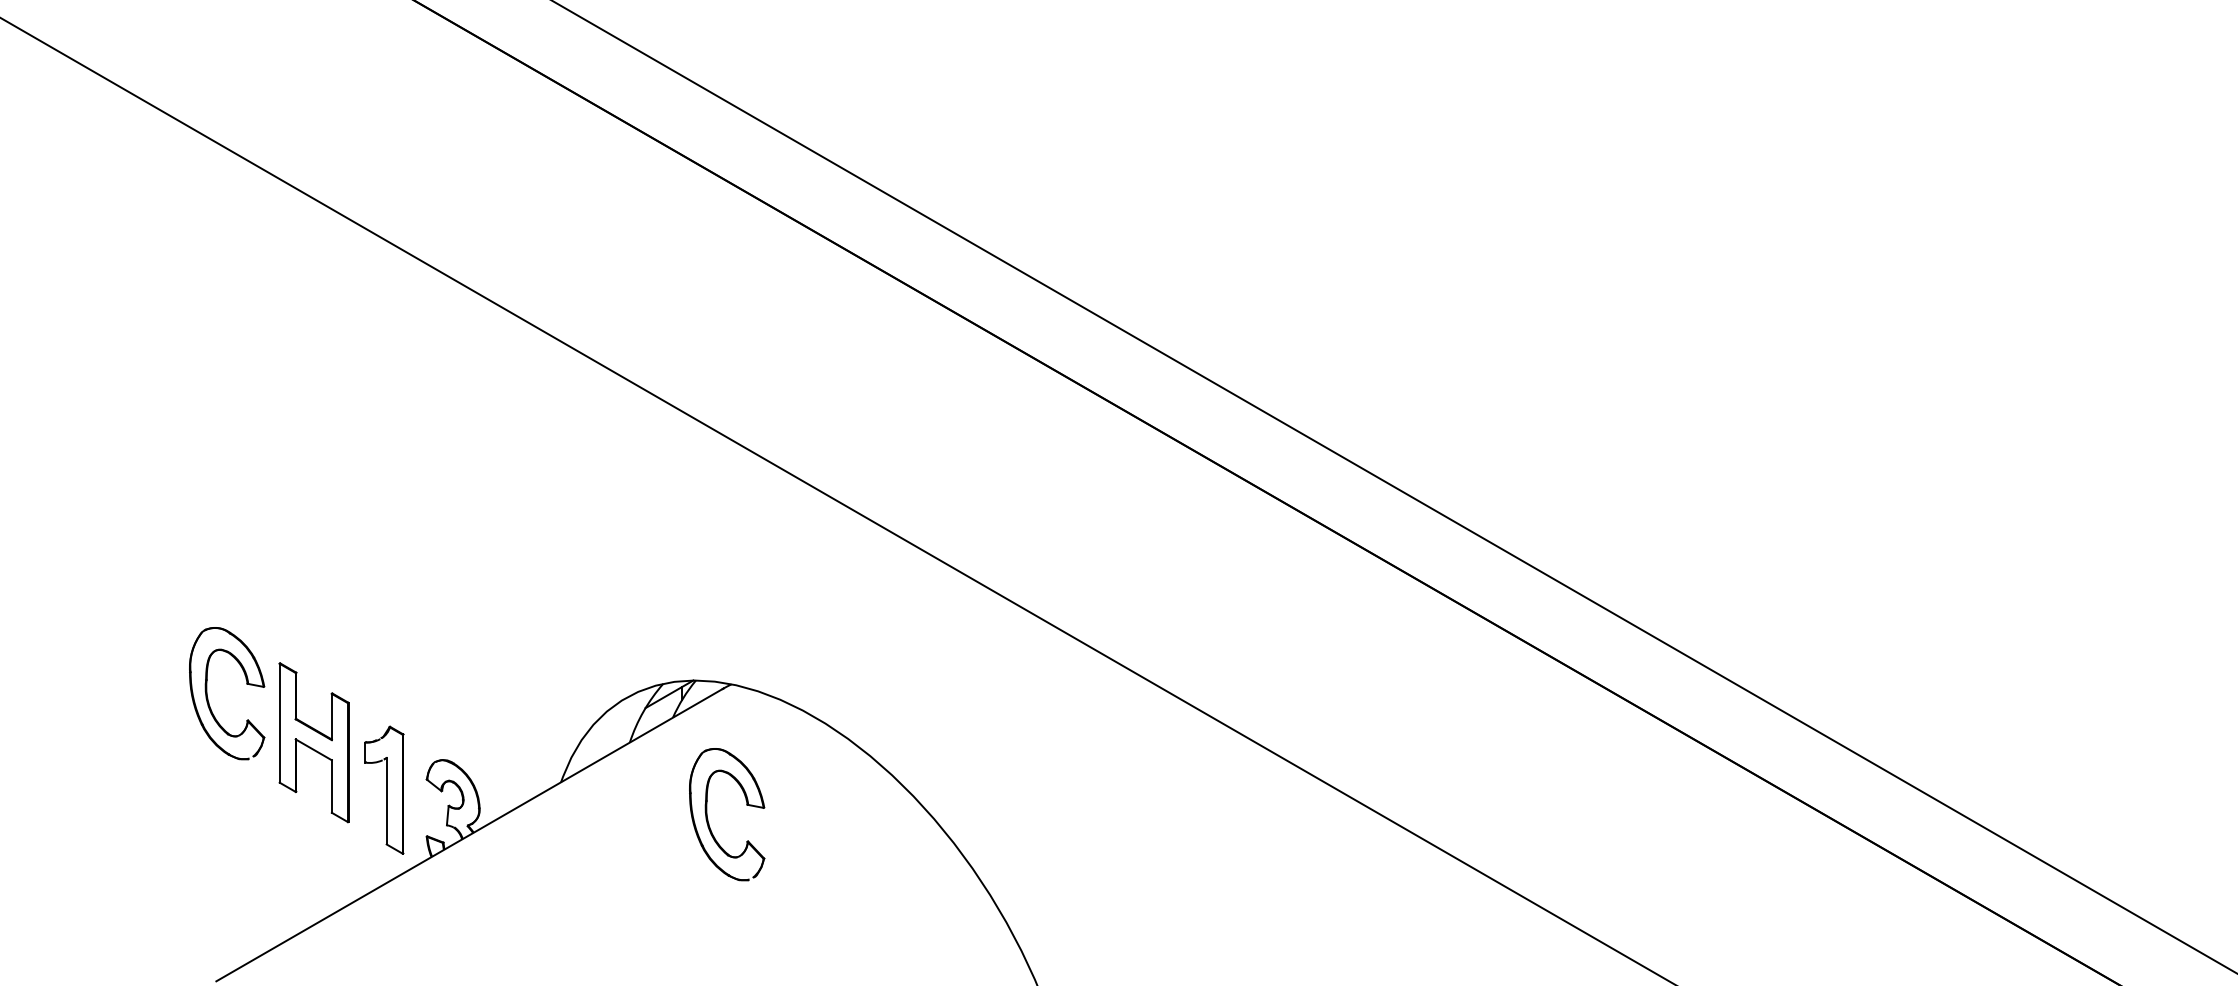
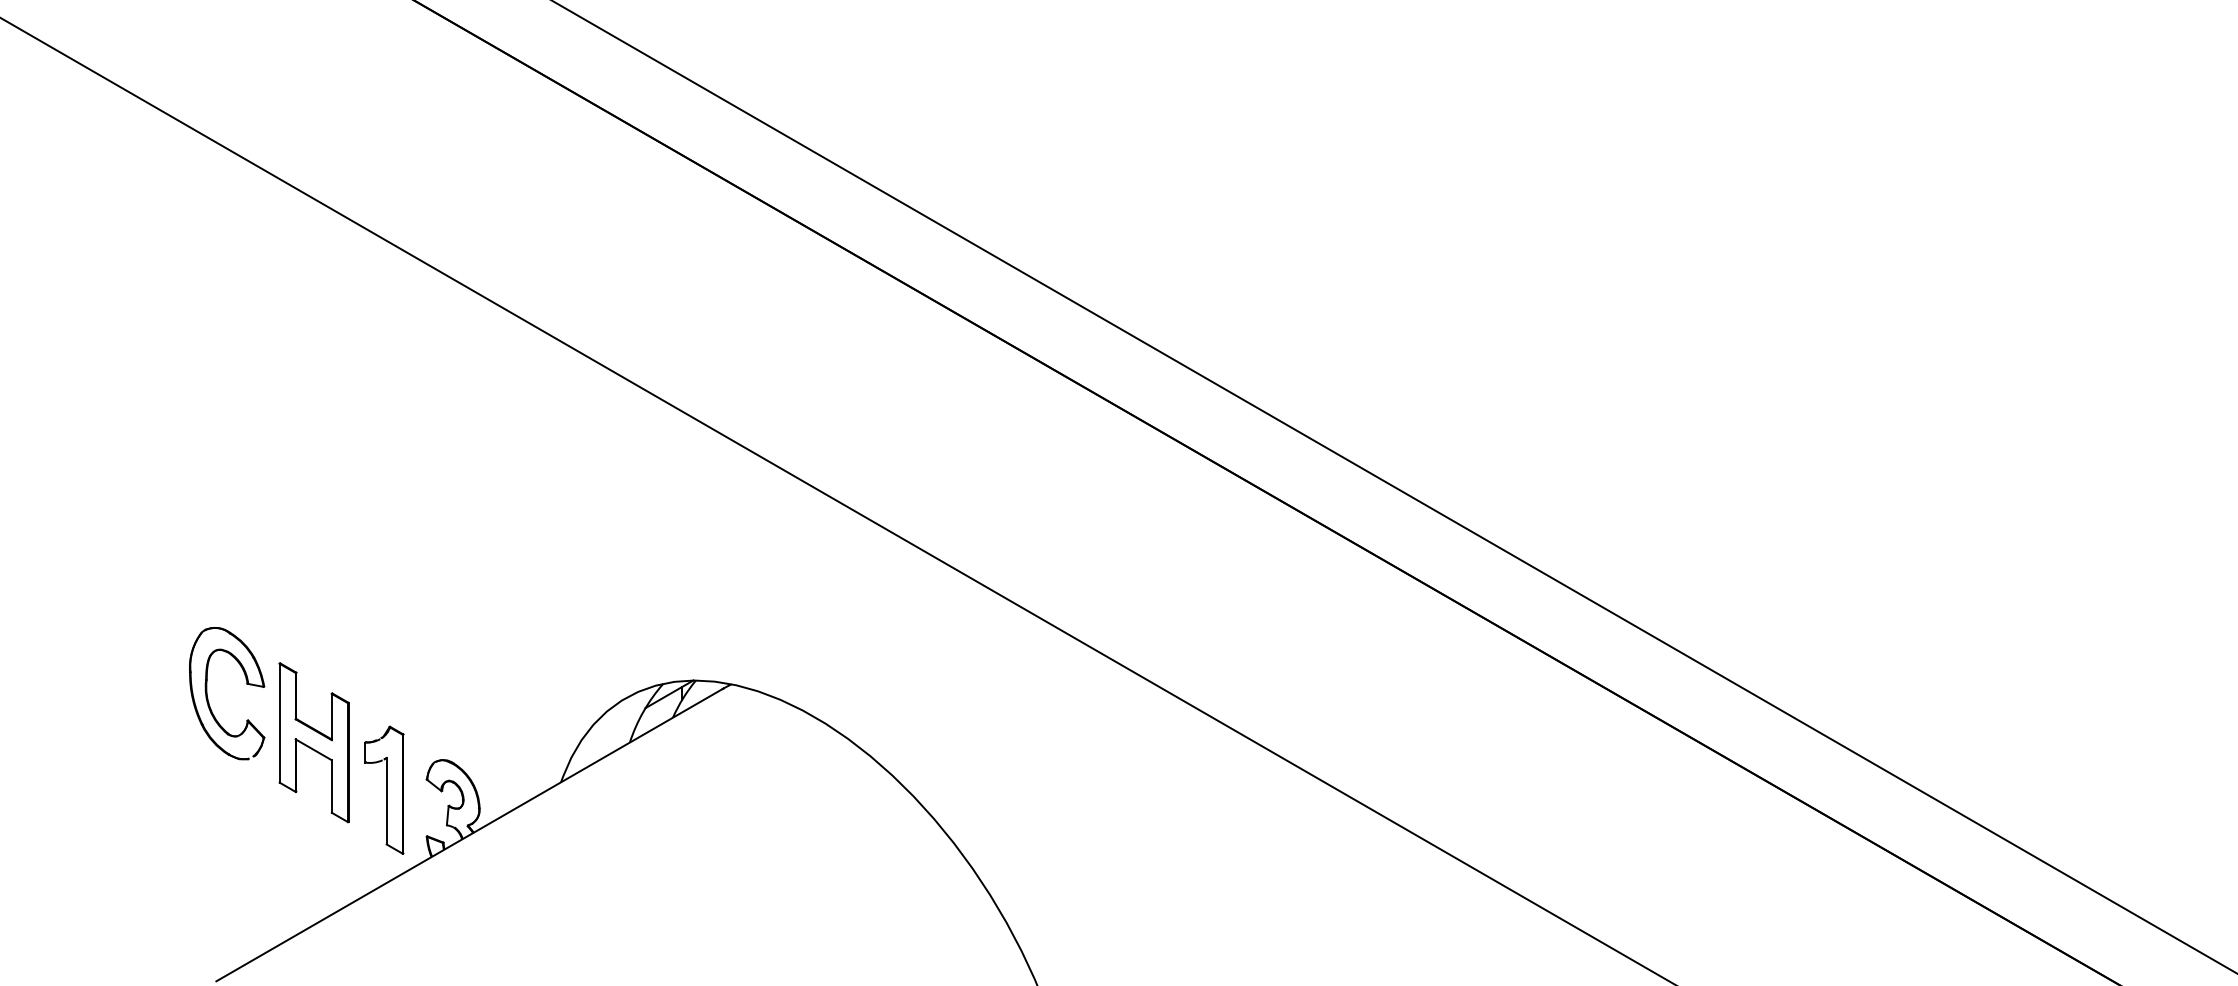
part at (708, 819): present -> none
